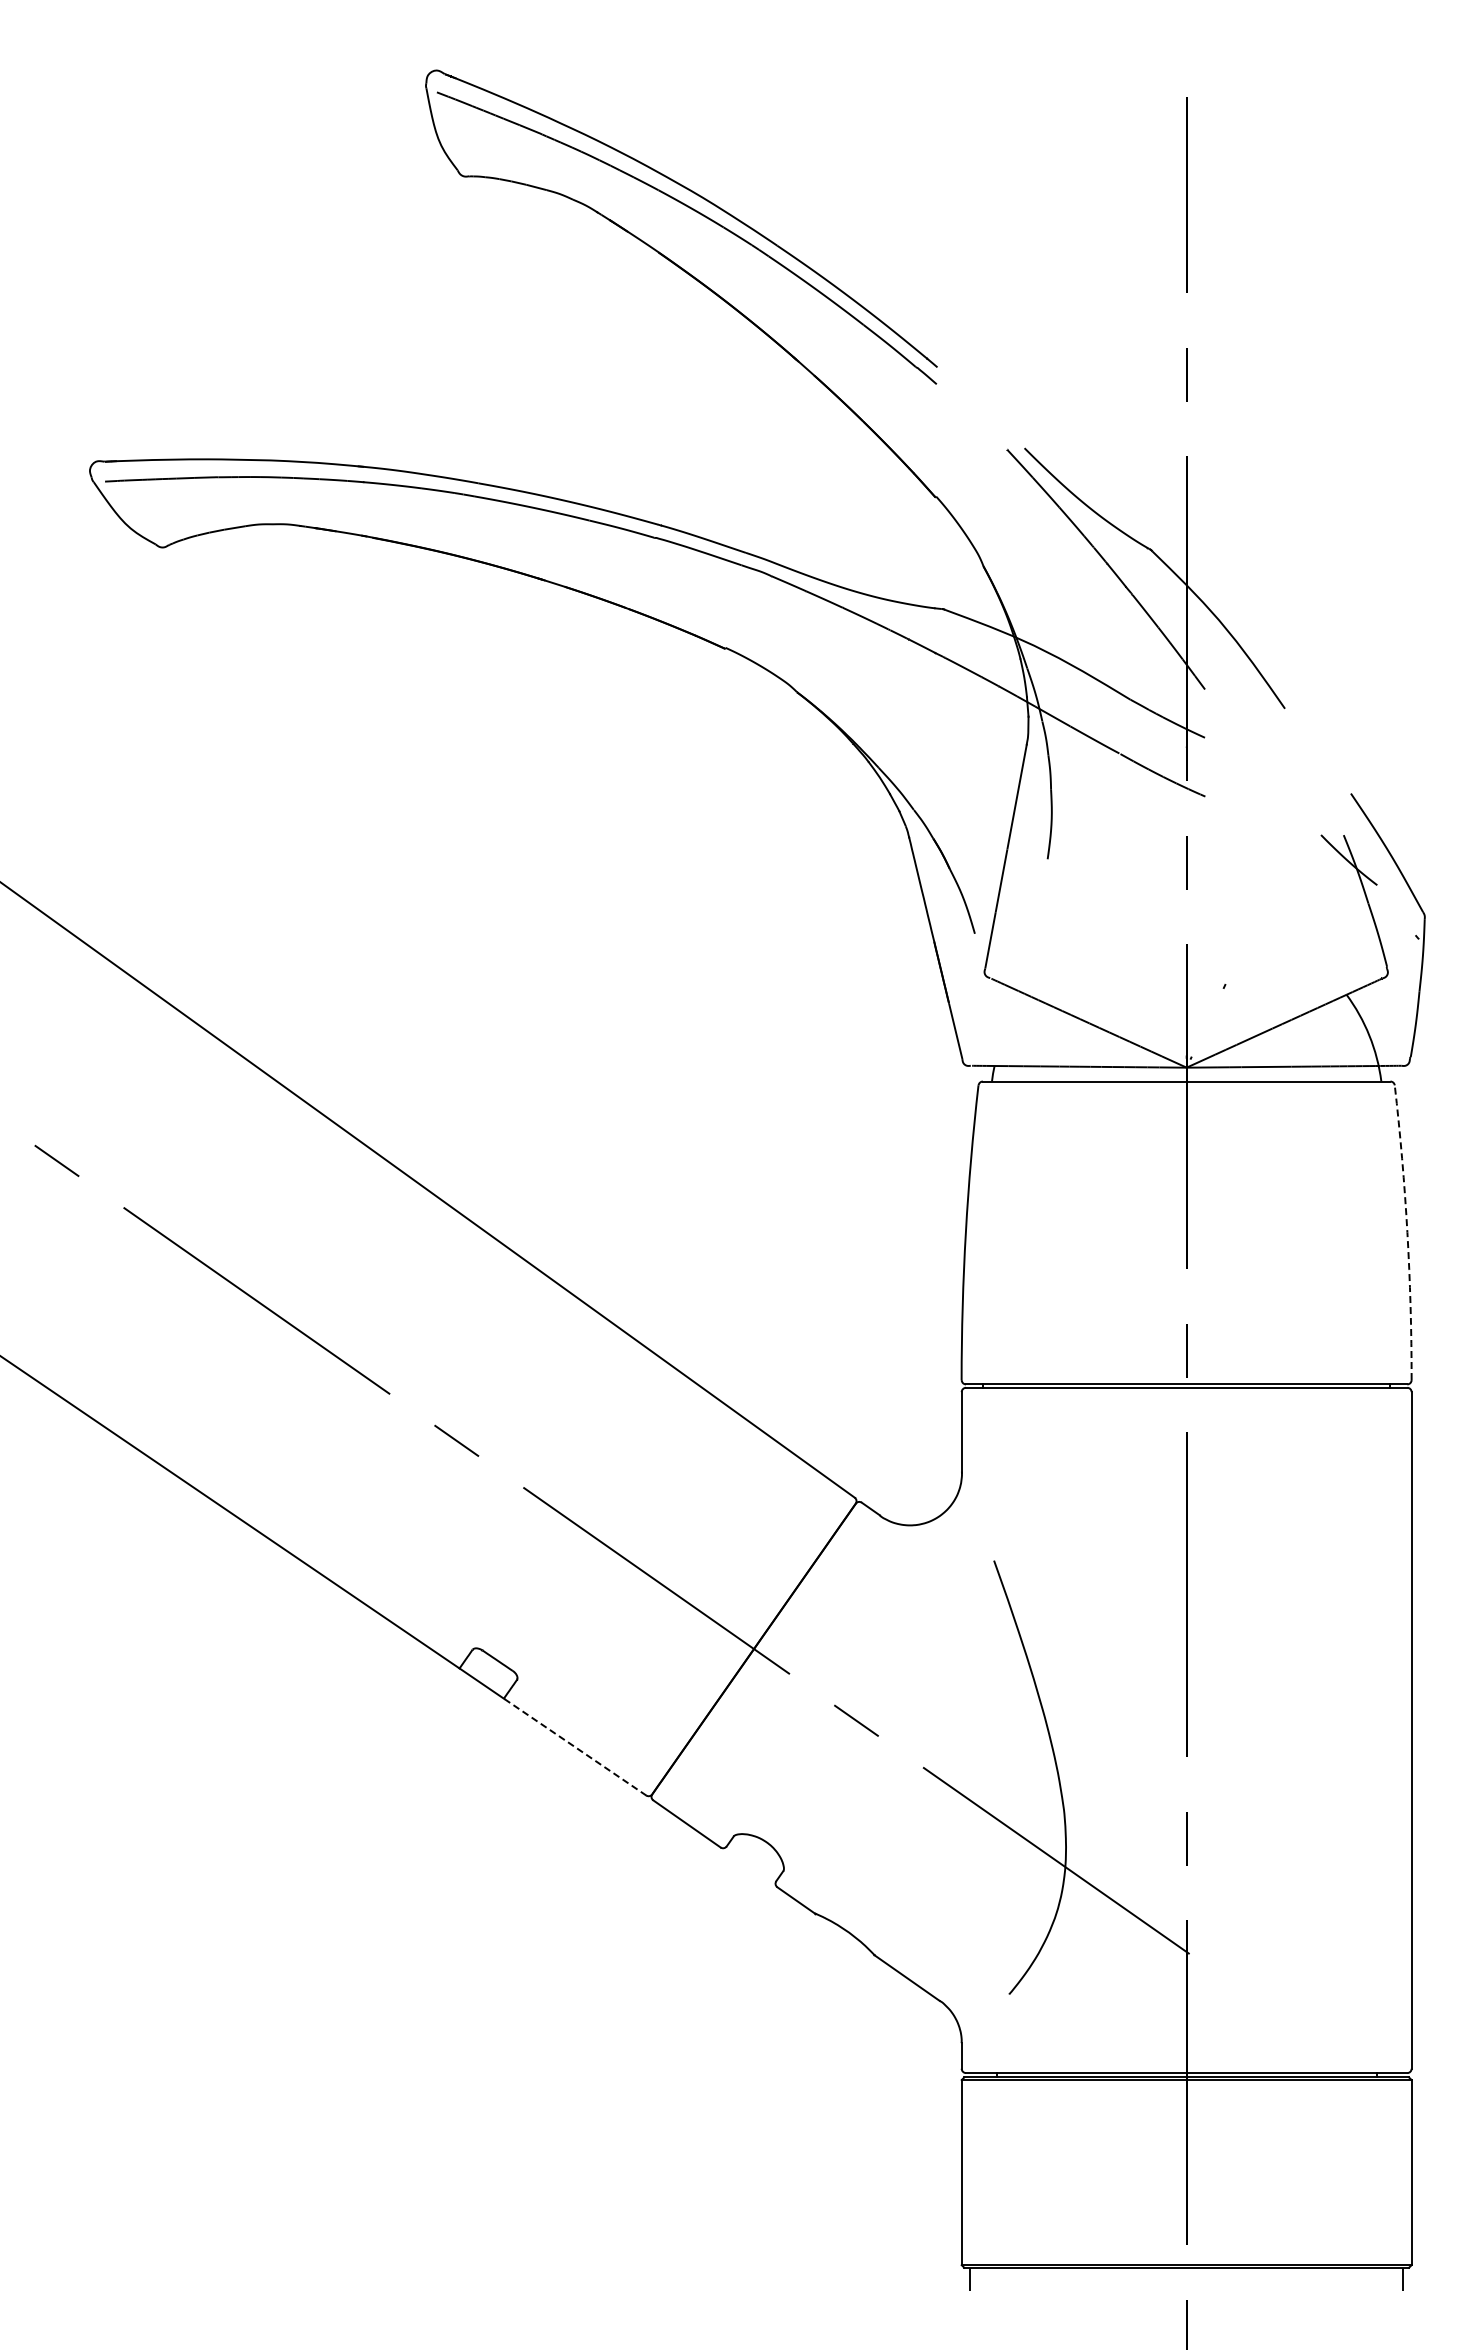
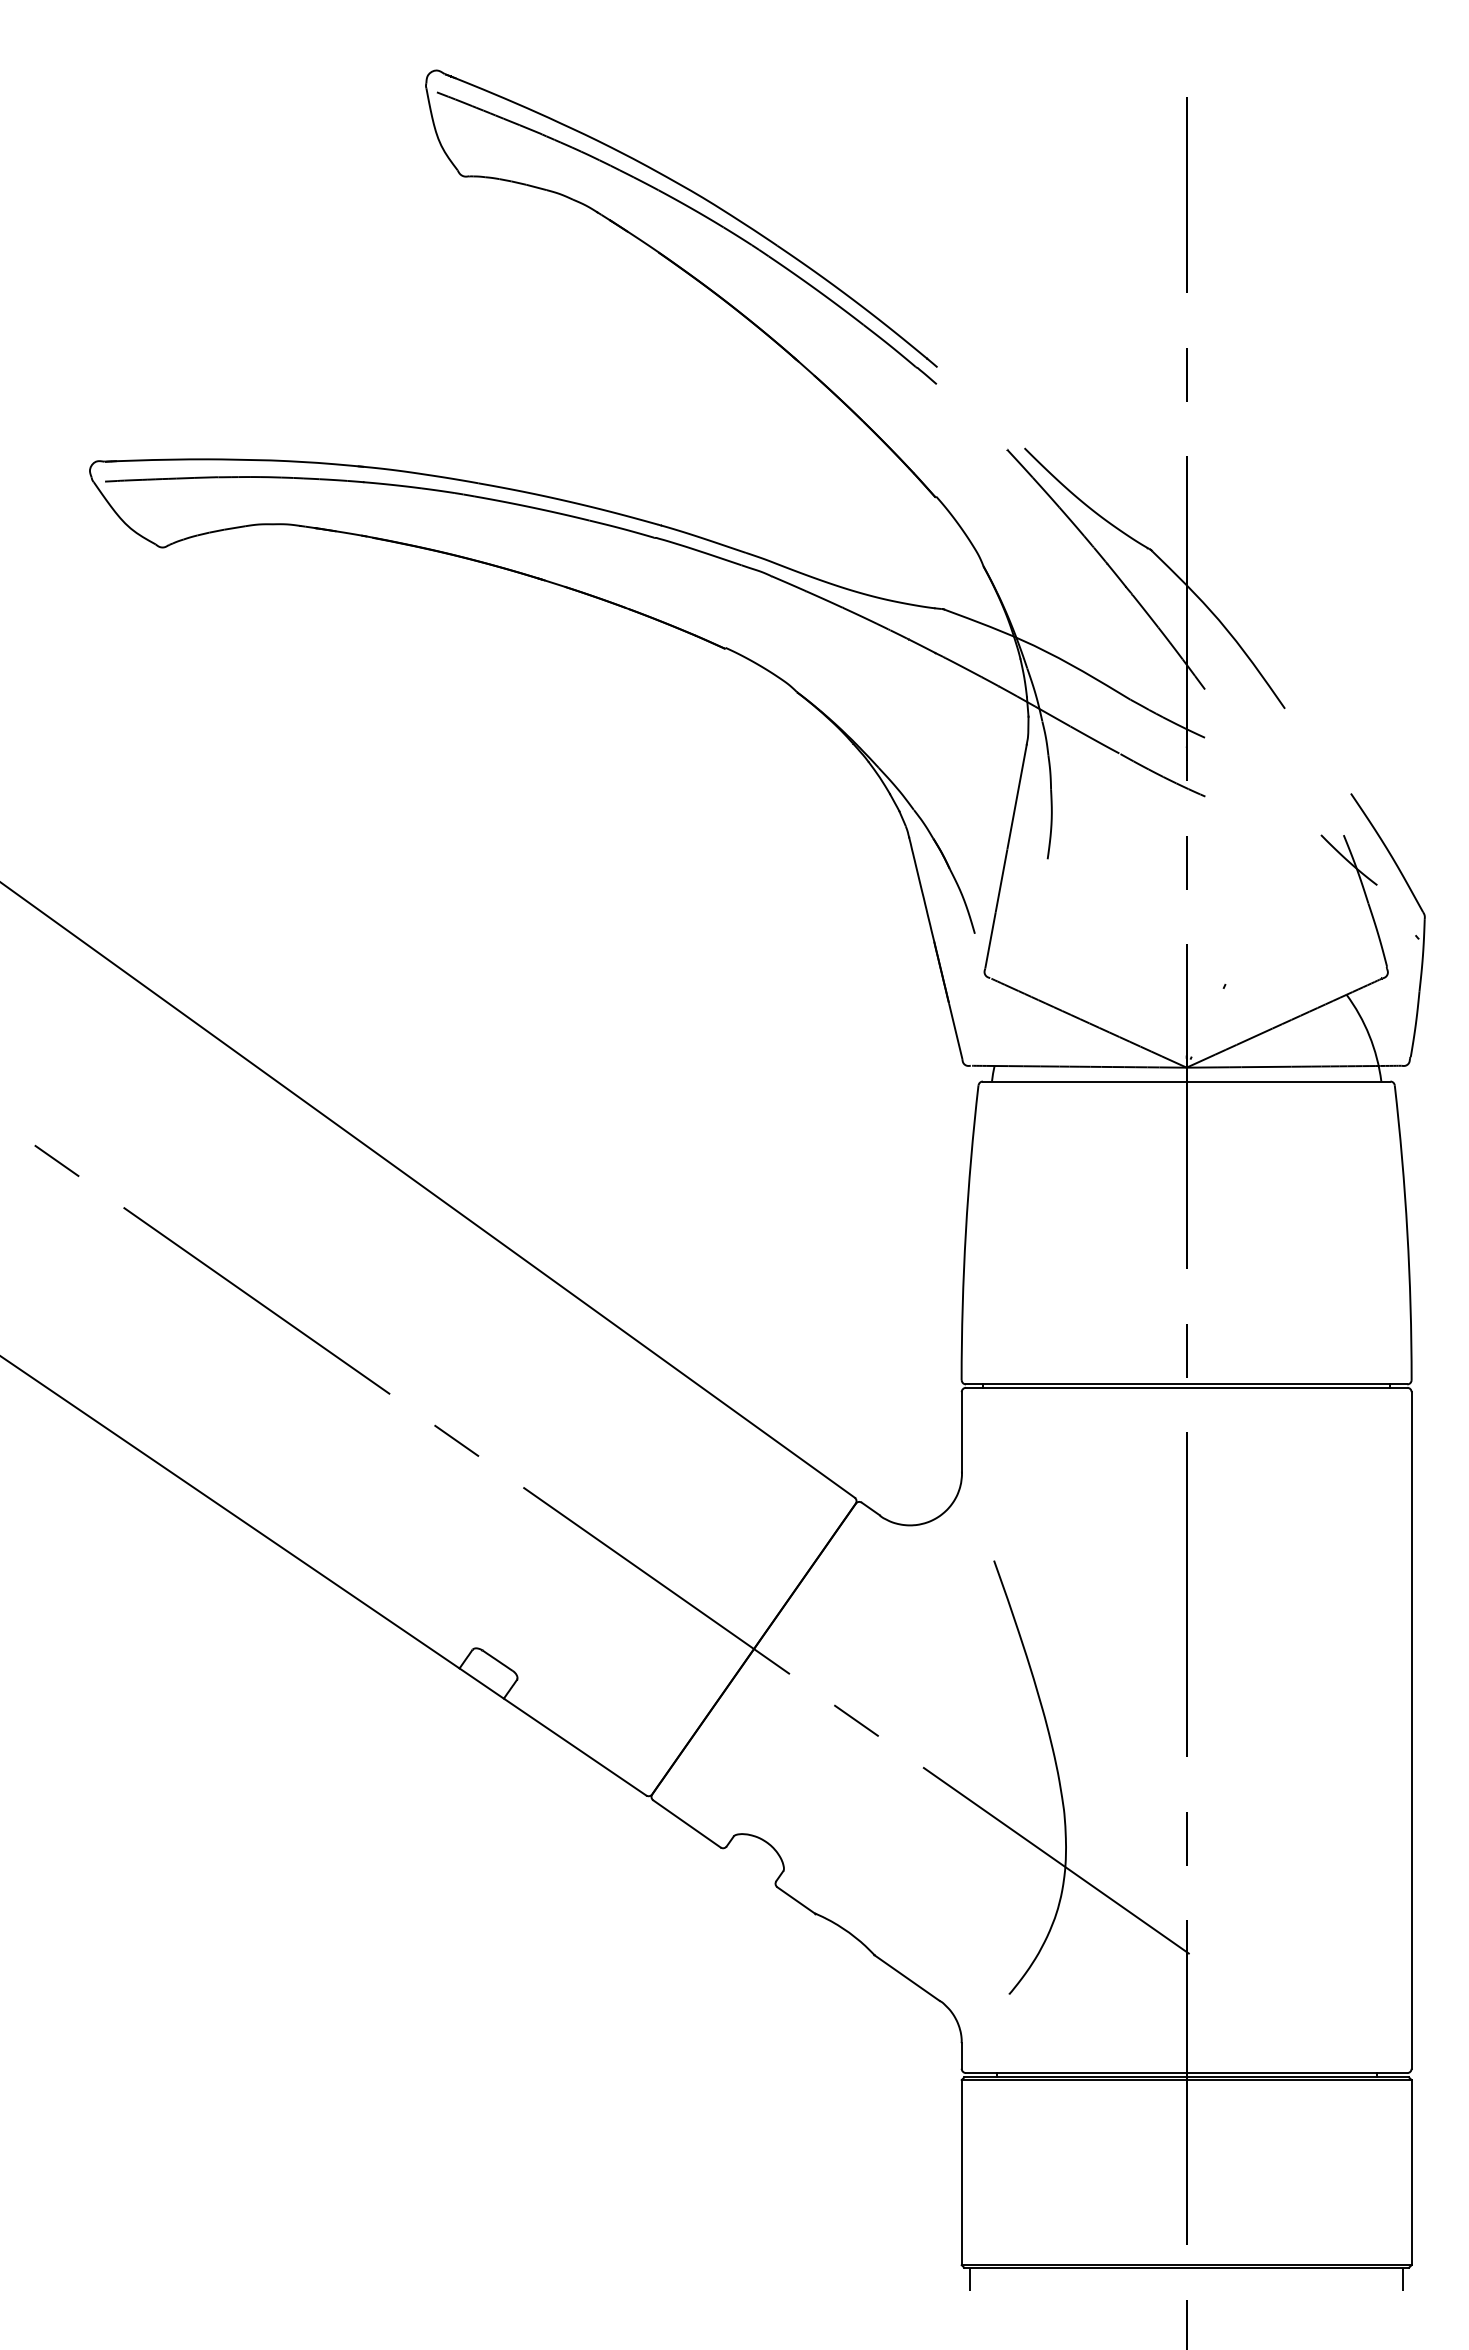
arc at (1407, 1232): dashed -> solid
line at (574, 1746): dashed -> solid
